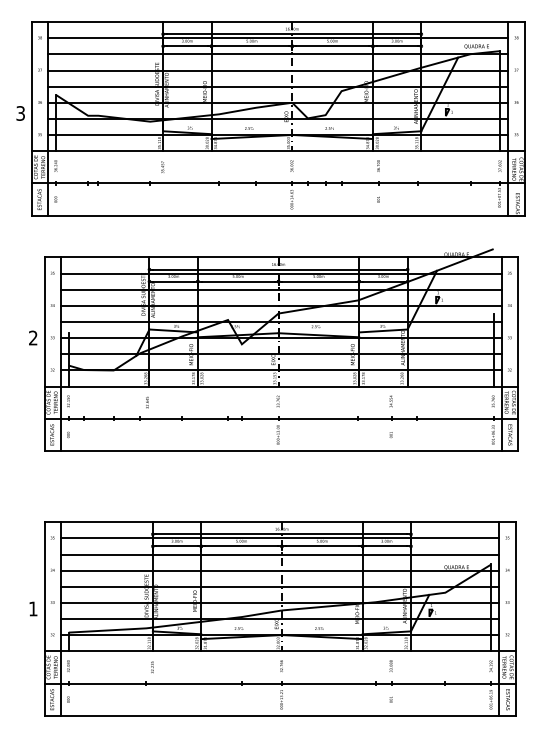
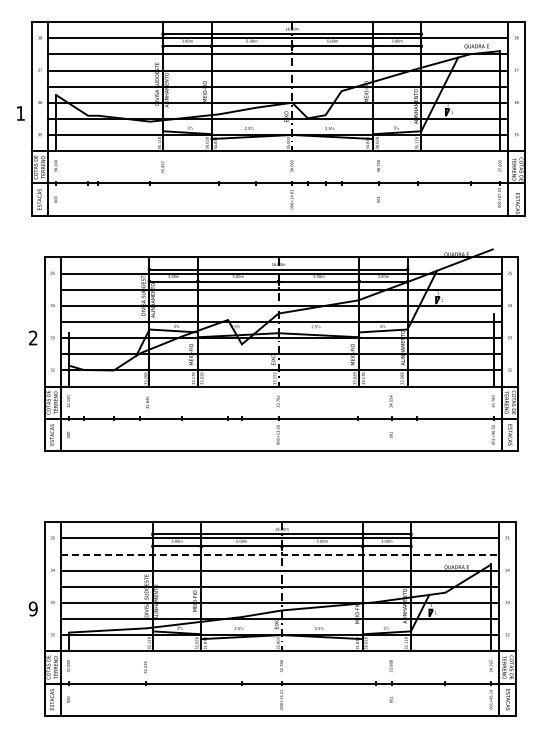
text at (20, 113): 3 -> 1
line at (280, 554): solid -> dashed
text at (32, 608): 1 -> 9
text at (152, 667) position: (152, 667) -> (145, 667)
